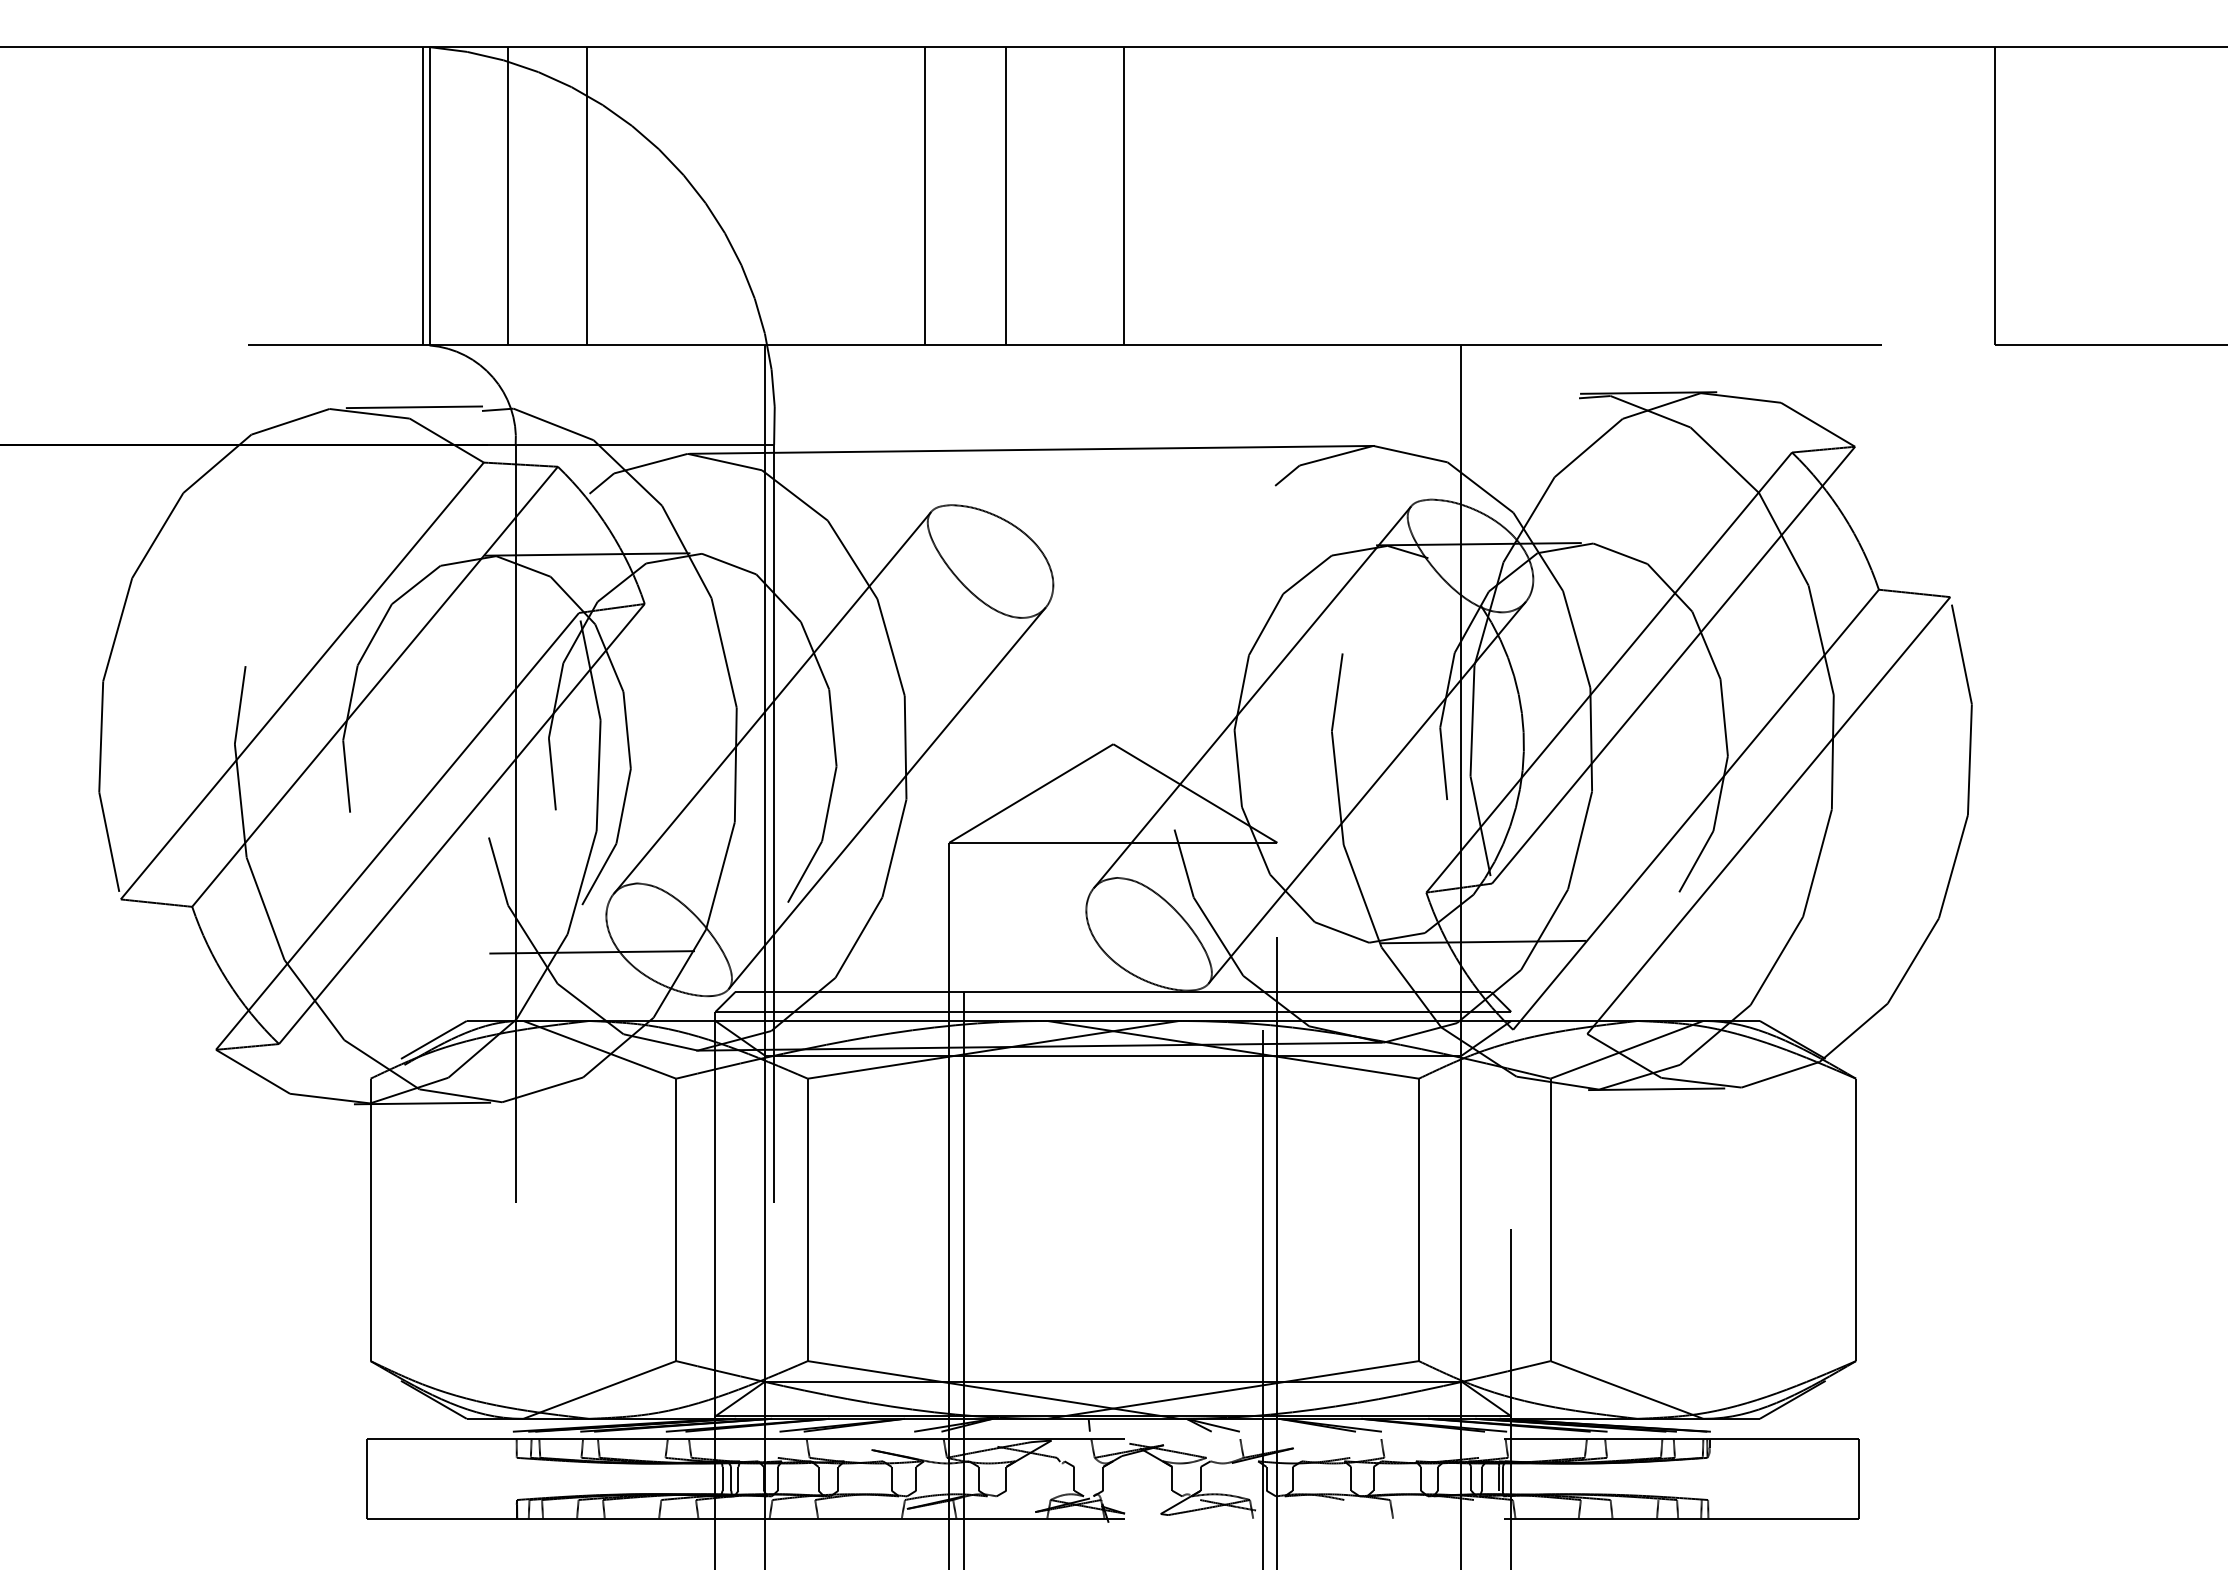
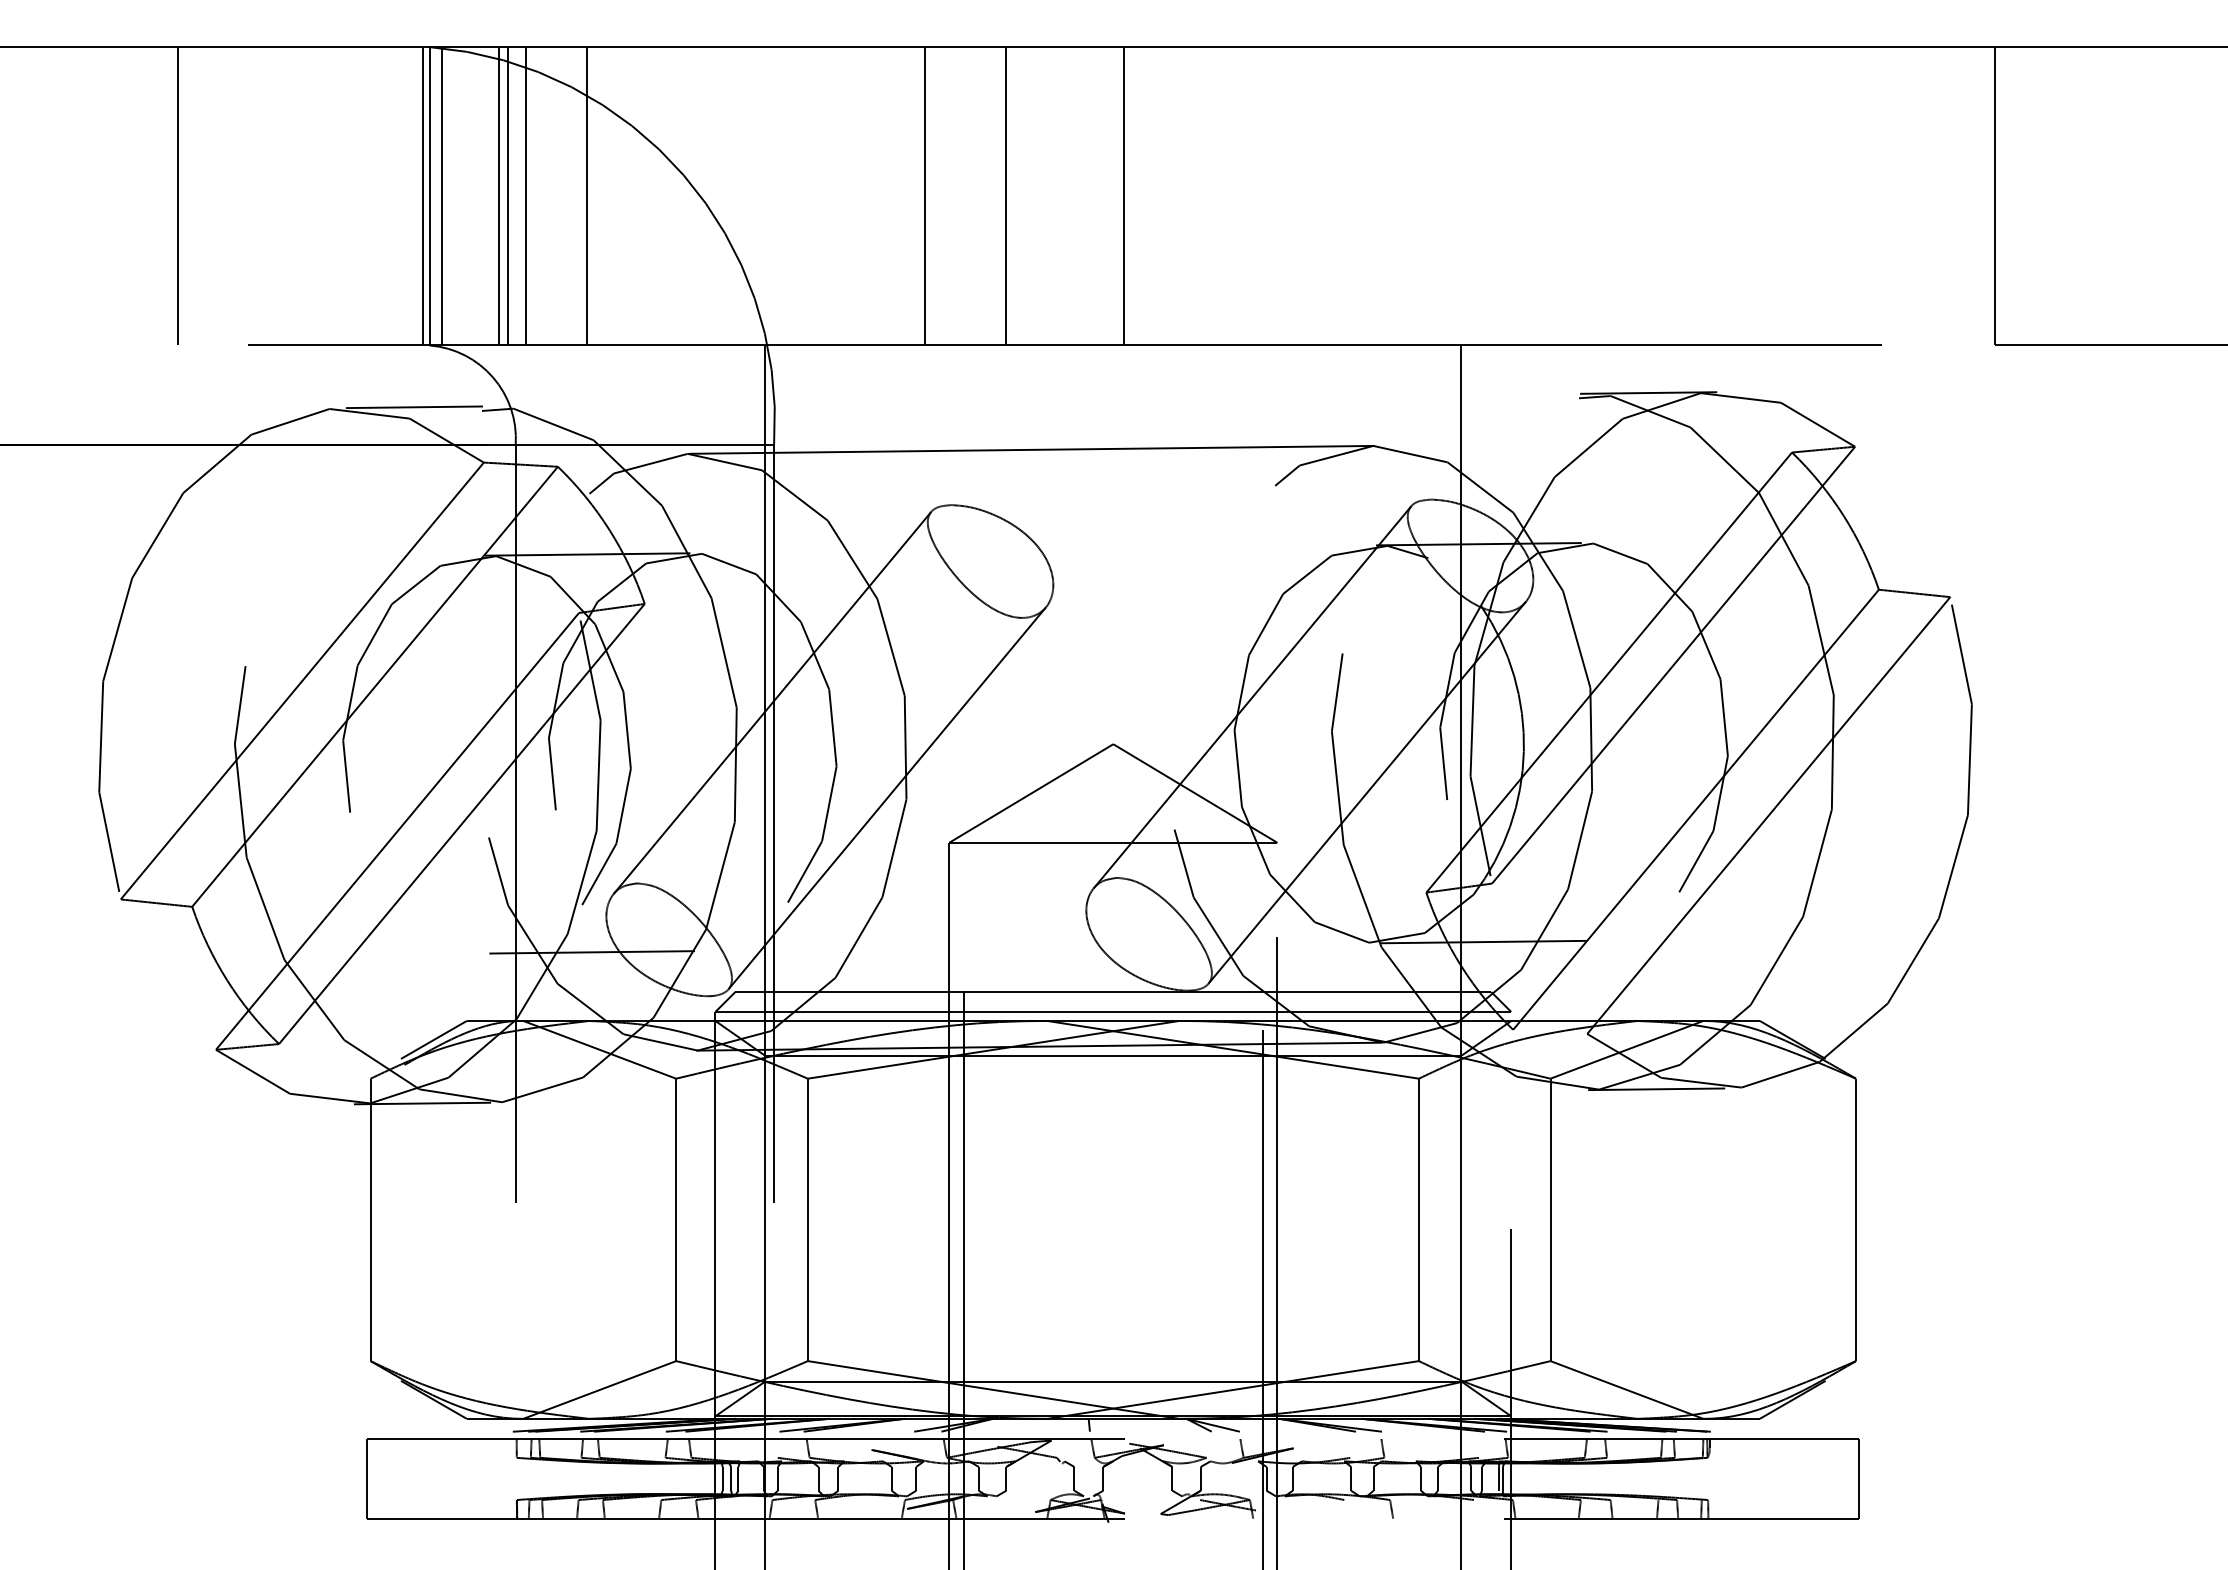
line at (177, 196): none -> present
line at (441, 196): none -> present
line at (499, 196): none -> present
line at (526, 196): none -> present
